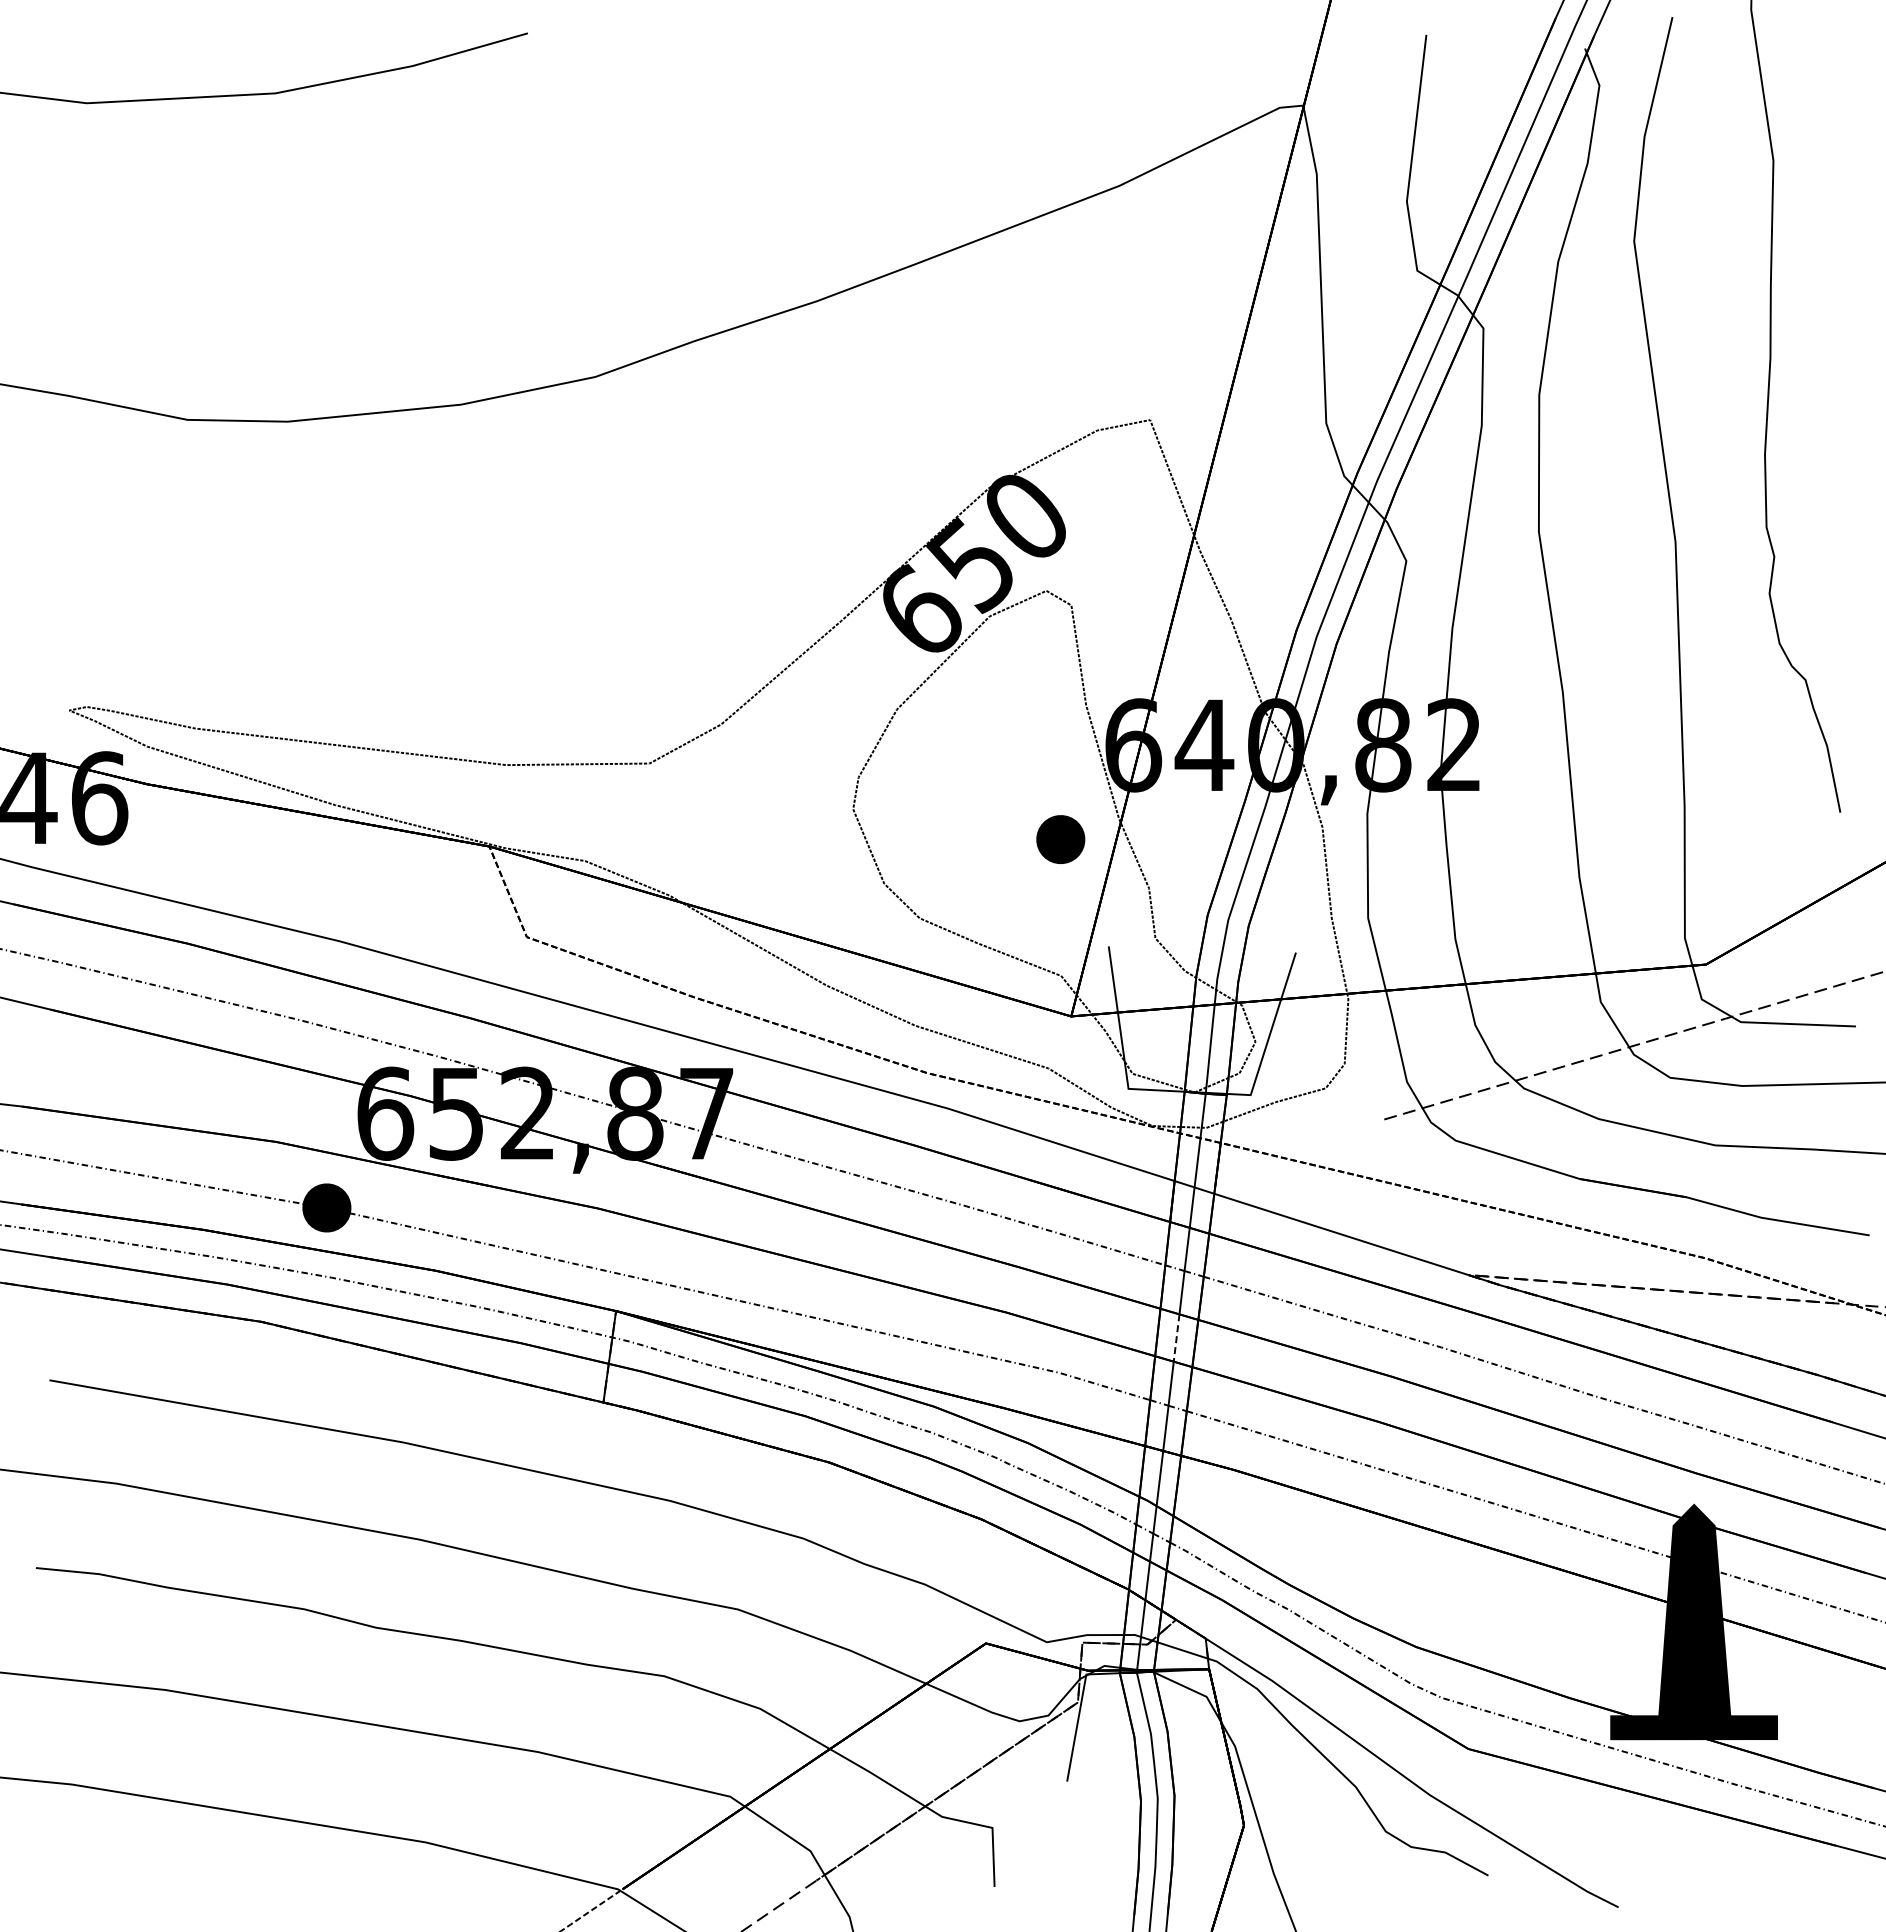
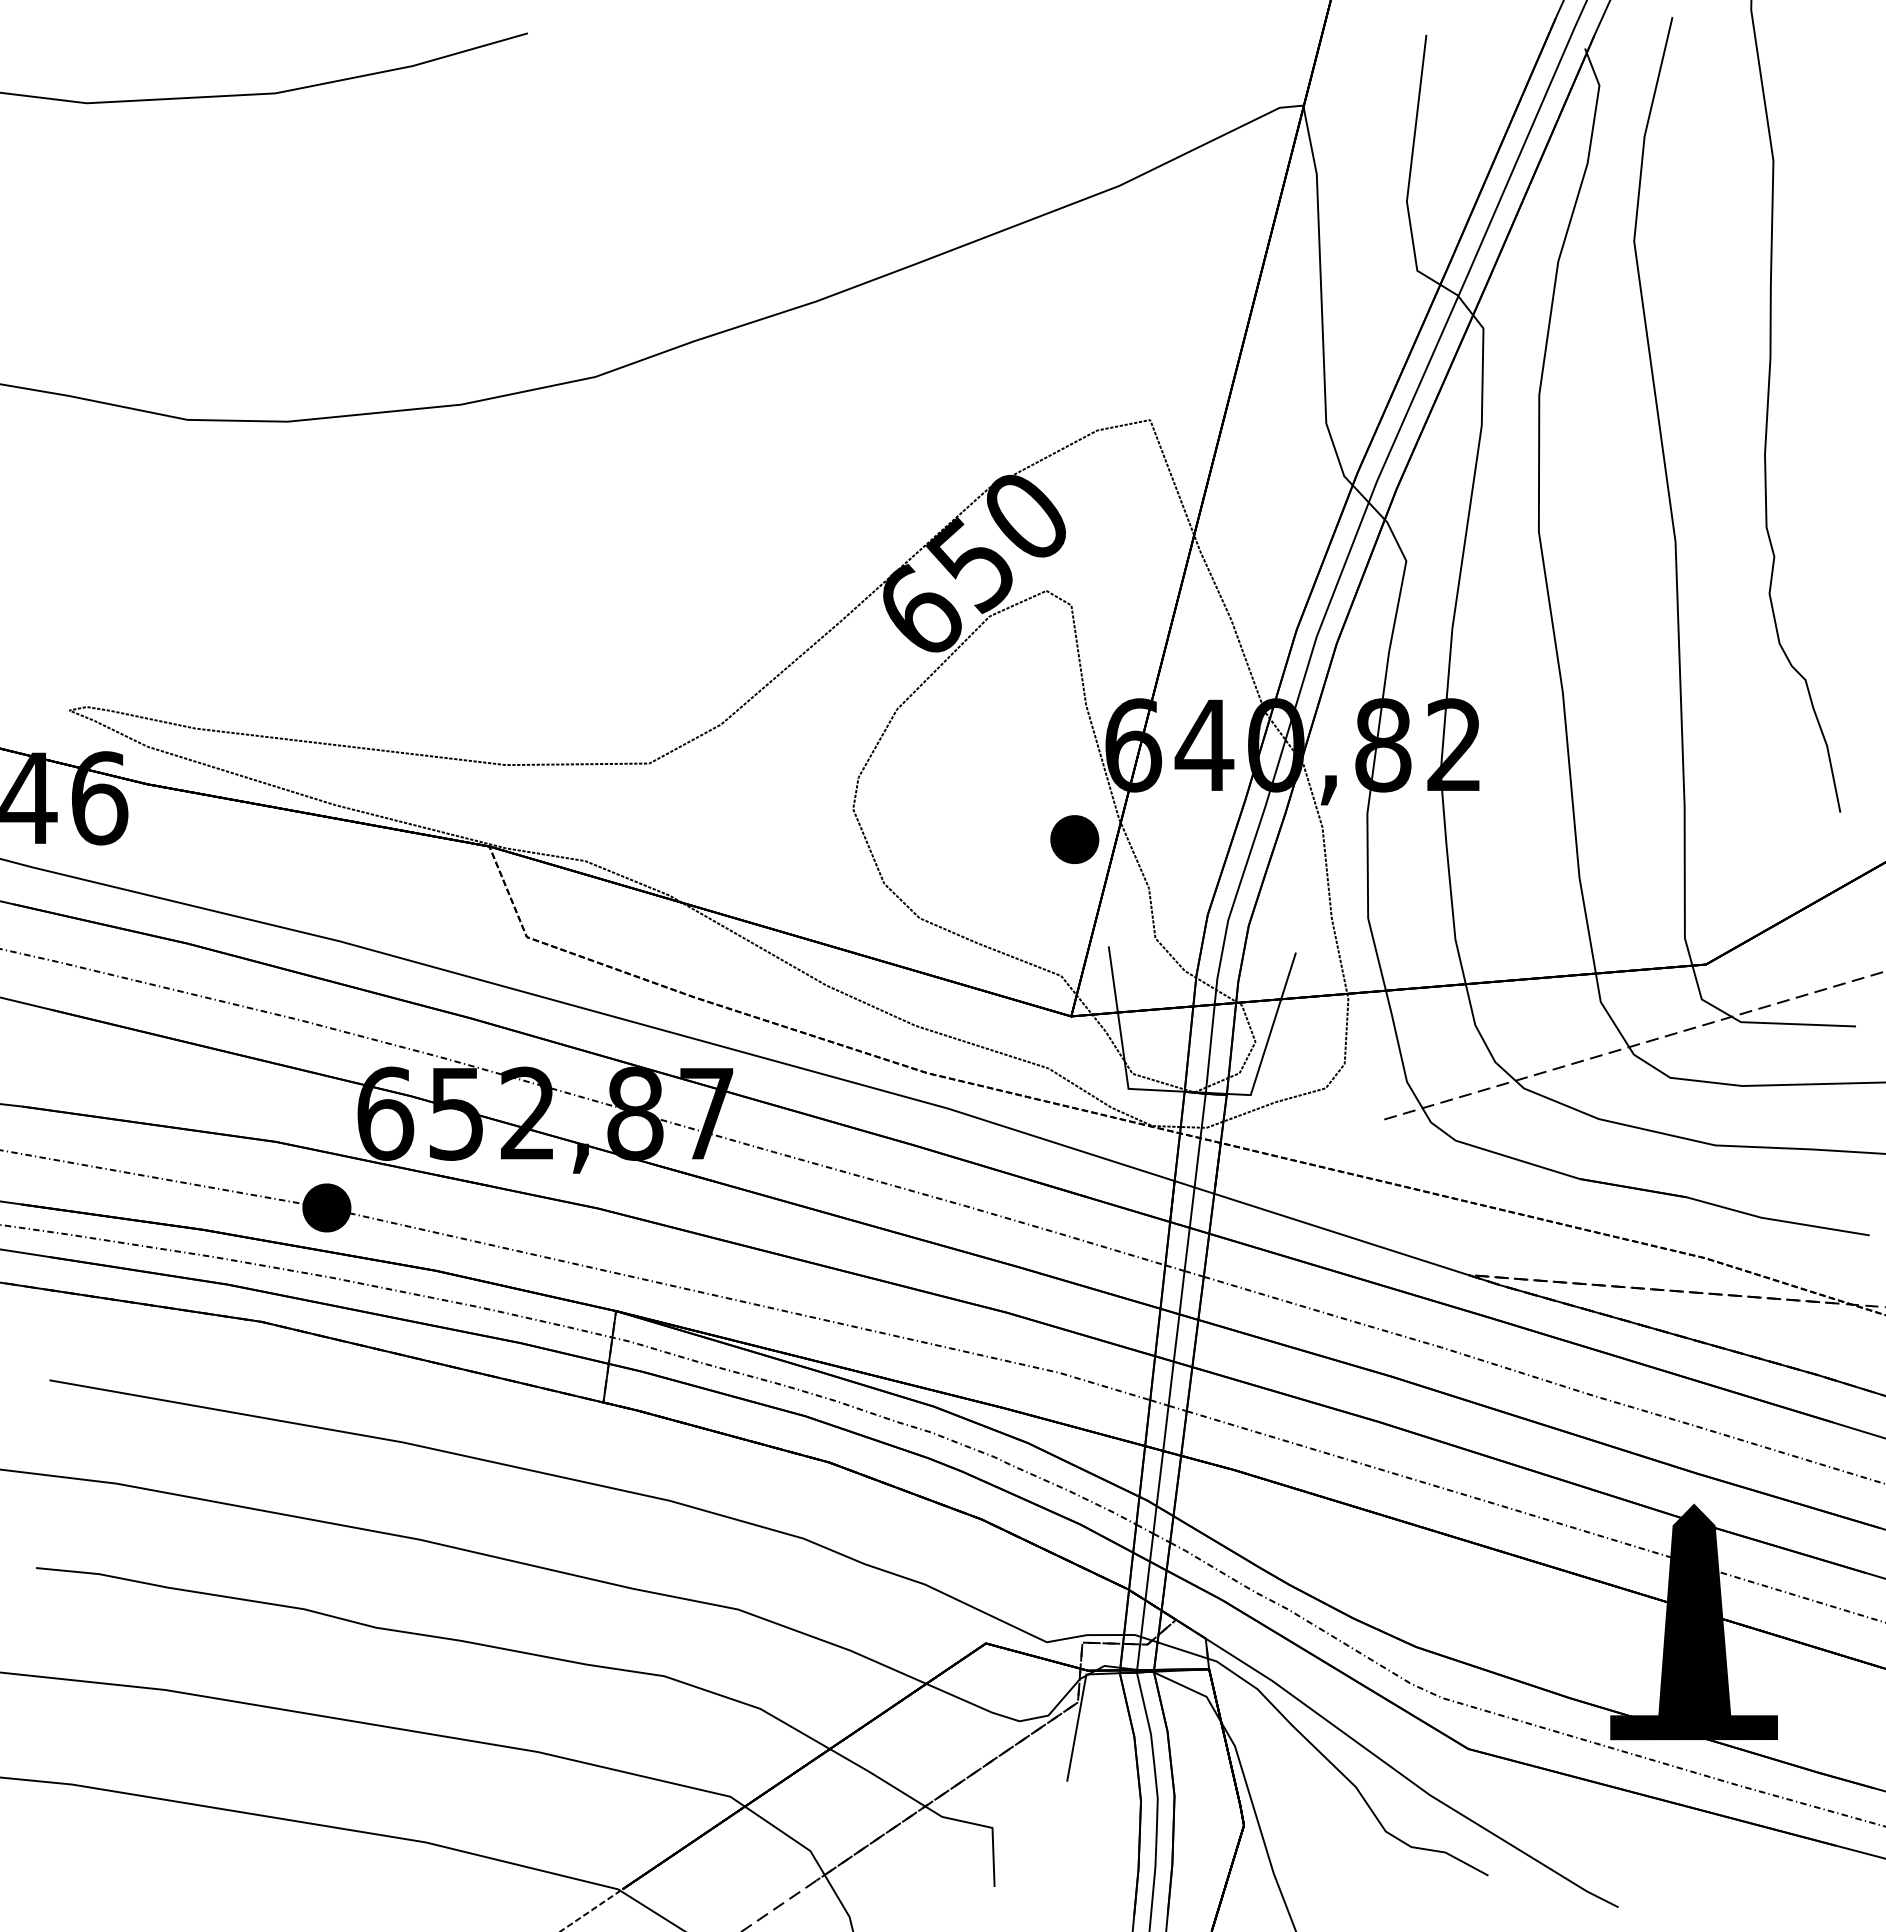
part at (1060, 839) position: (1060, 839) -> (1074, 839)
line at (1176, 1338): dashed -> solid
